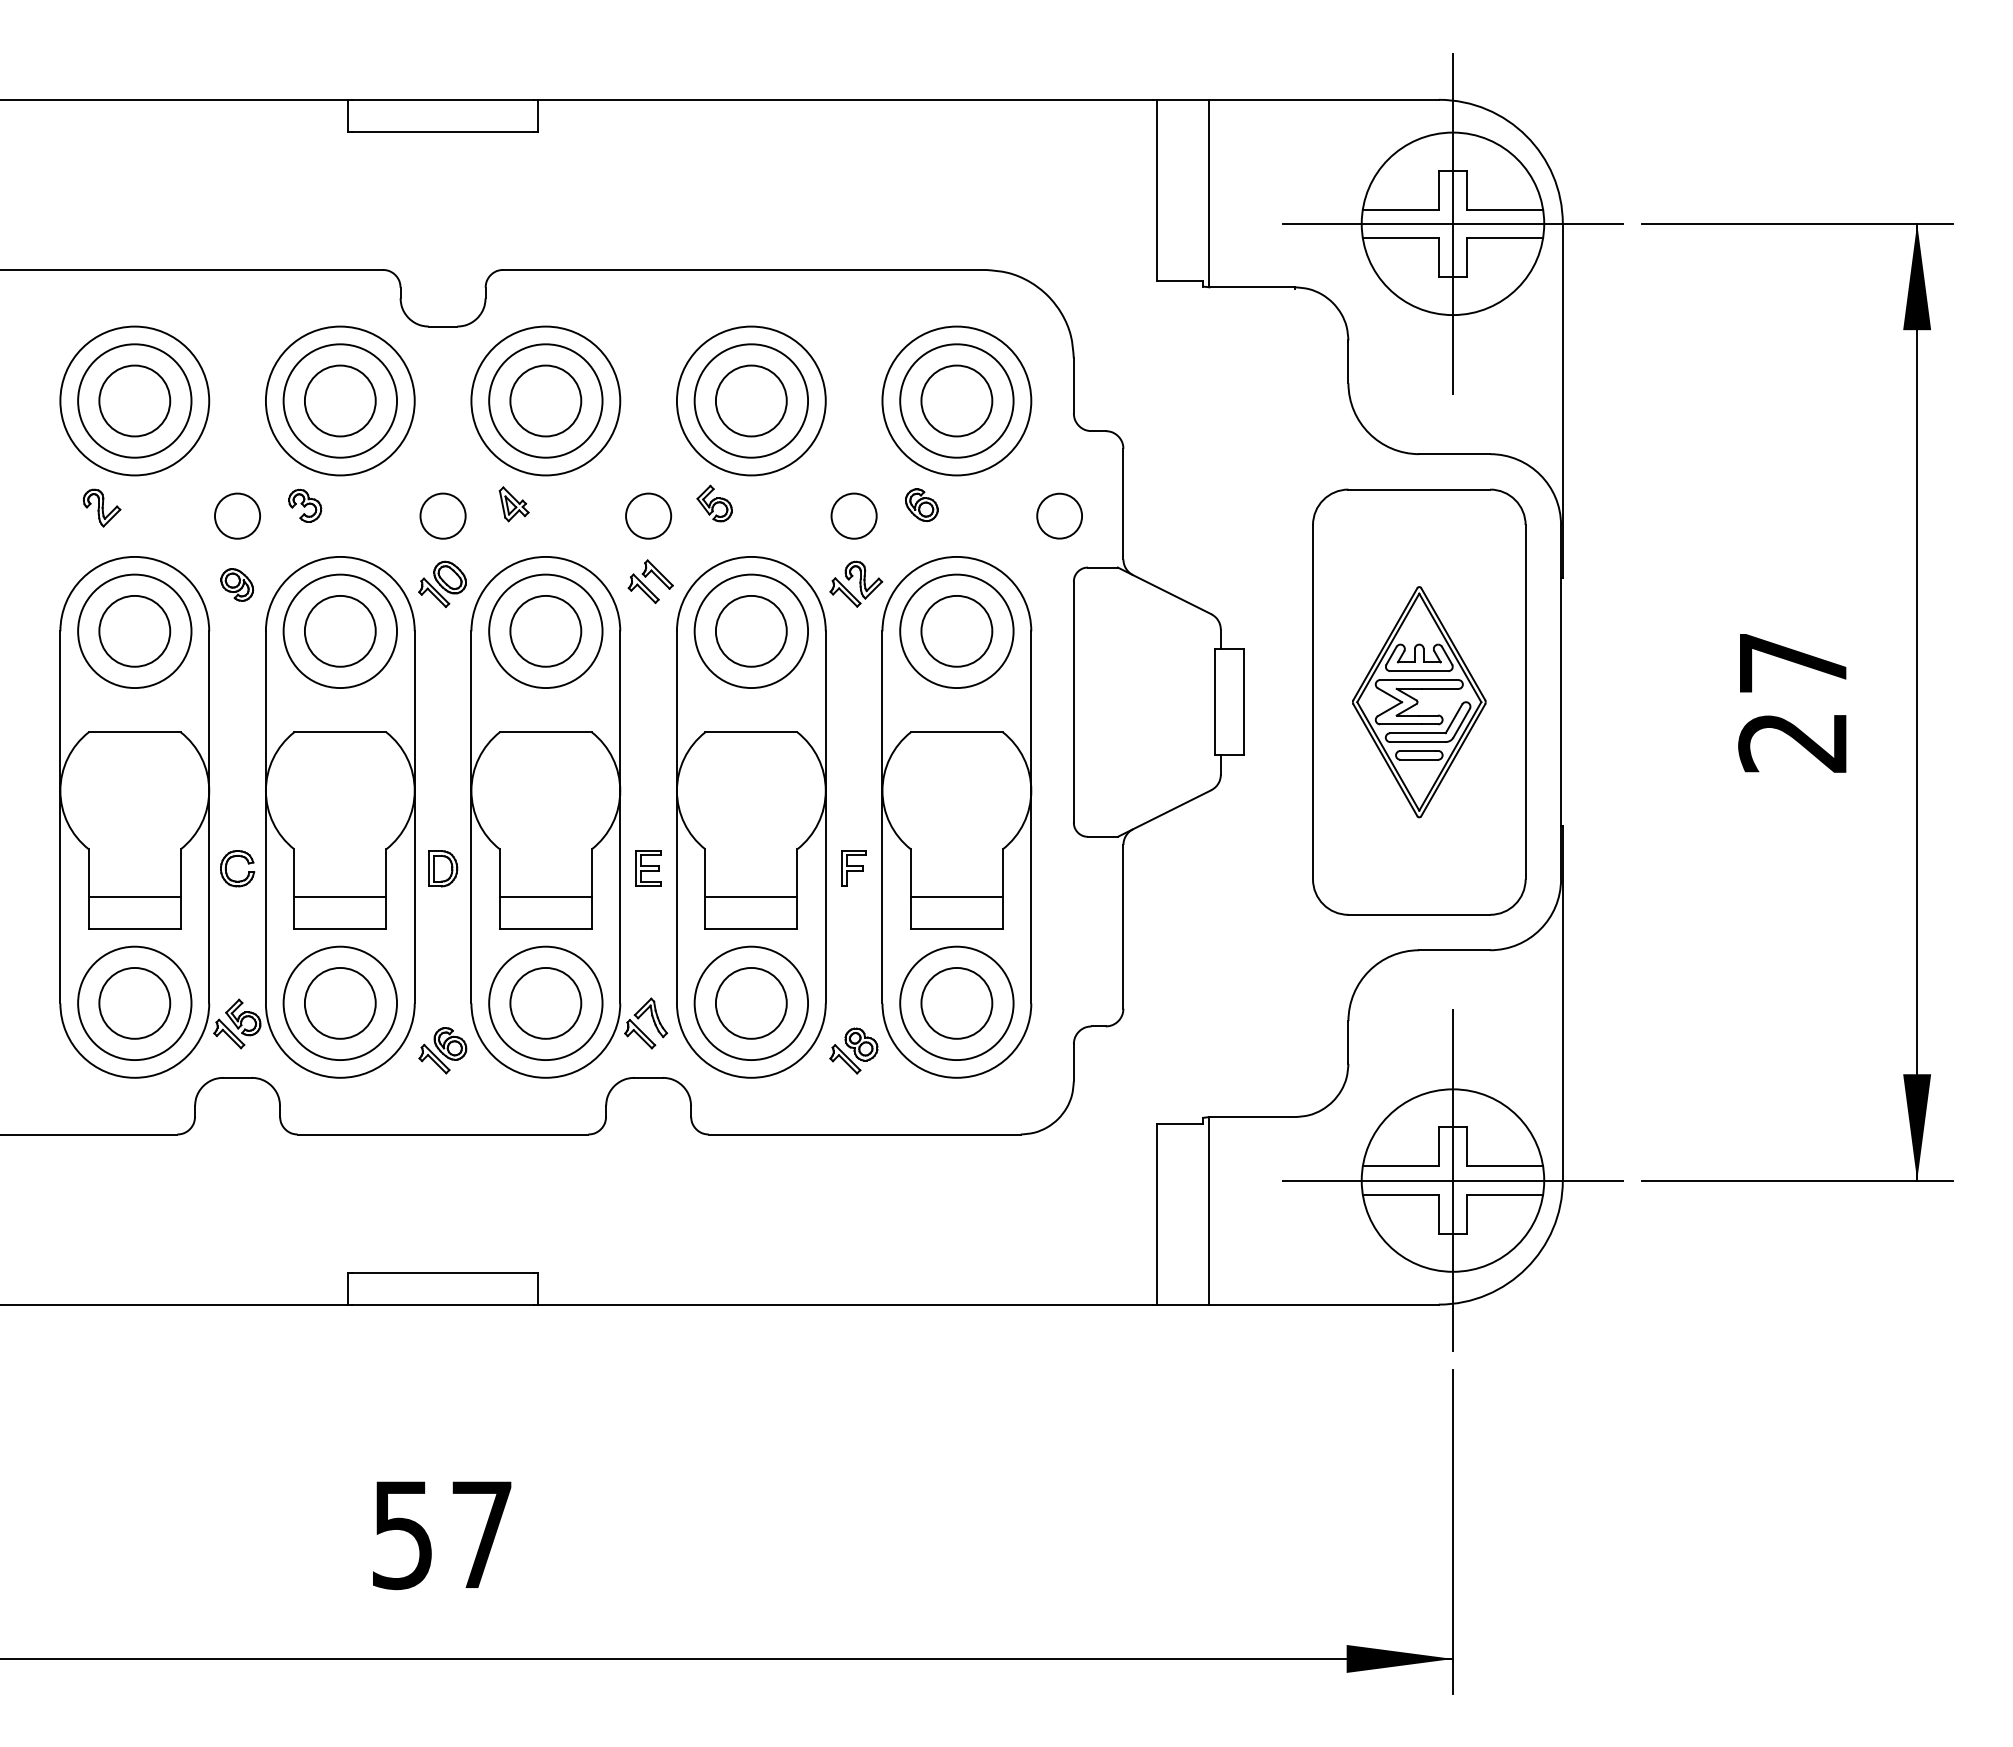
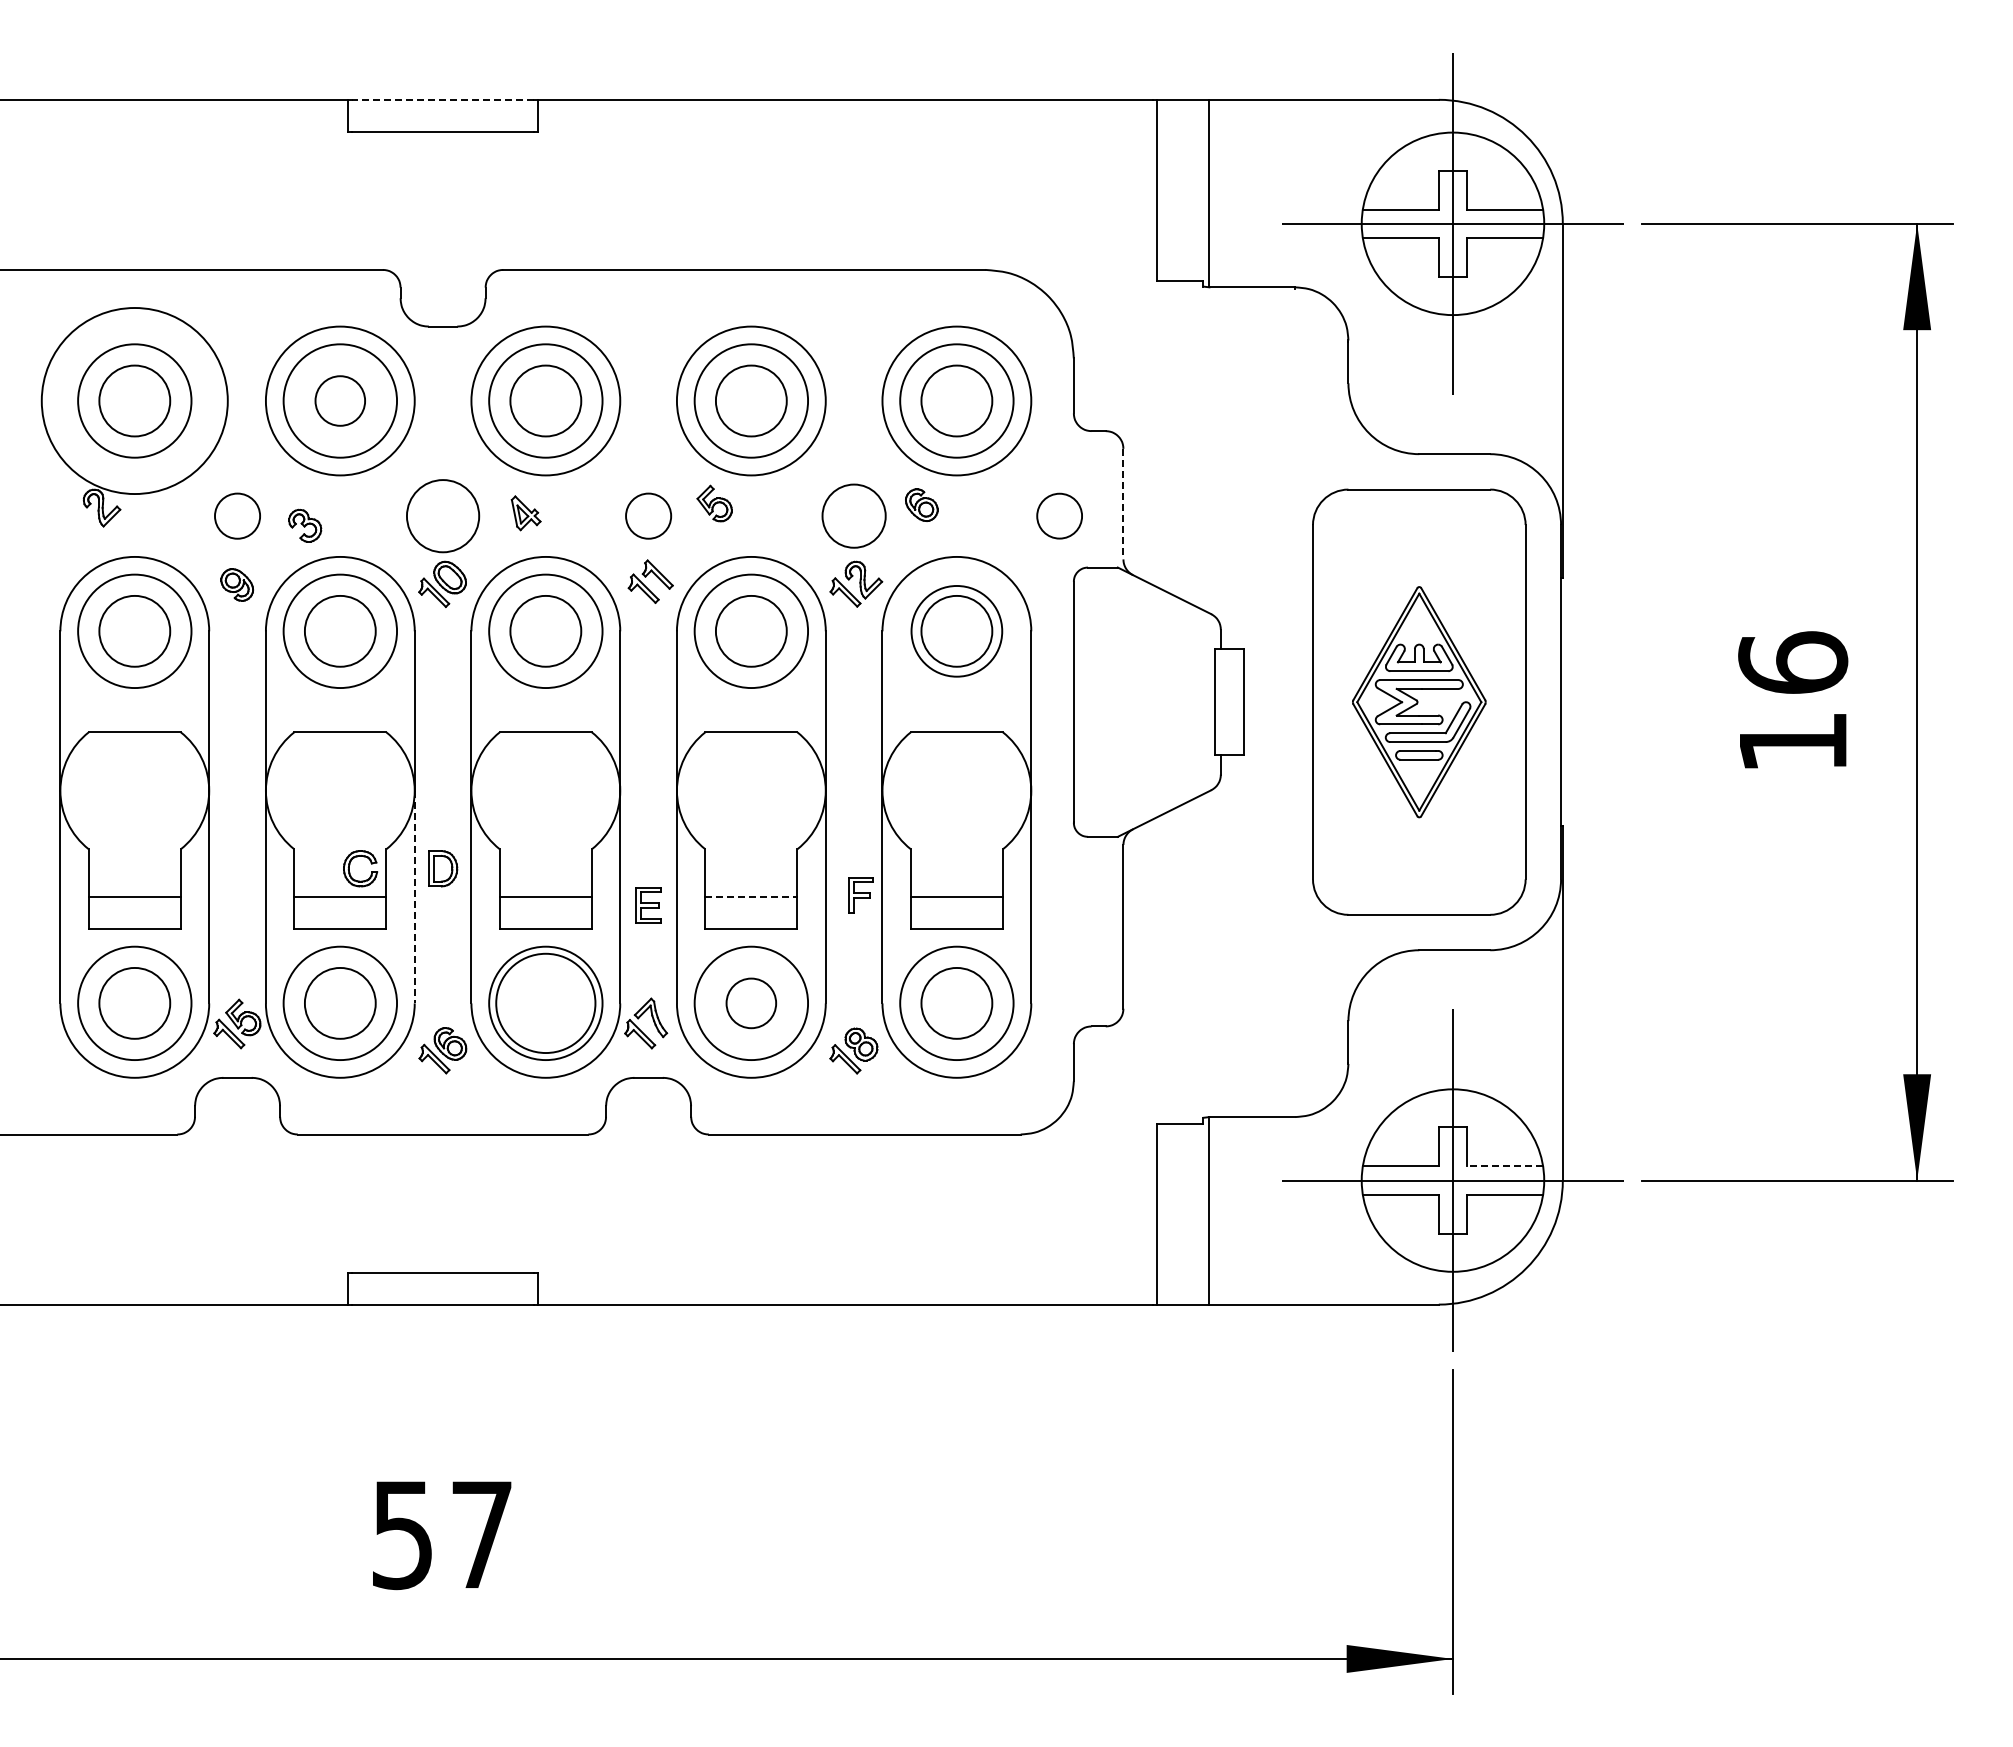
line at (443, 99): solid -> dashed
circle at (134, 400) diameter: 149 px -> 186 px
circle at (339, 400) diameter: 71 px -> 50 px
part at (513, 504) position: (513, 504) -> (525, 513)
line at (1123, 504): solid -> dashed
part at (305, 505) position: (305, 505) -> (305, 525)
circle at (442, 515) diameter: 45 px -> 72 px
circle at (853, 515) diameter: 45 px -> 63 px
circle at (956, 631) diameter: 113 px -> 91 px
text at (1793, 701): 27 -> 16
part at (227, 864) position: (227, 864) -> (350, 864)
part at (648, 868) position: (648, 868) -> (648, 905)
part at (853, 868) position: (853, 868) -> (860, 895)
line at (414, 897): solid -> dashed
line at (751, 897): solid -> dashed
circle at (545, 1002) diameter: 71 px -> 99 px
circle at (750, 1002) diameter: 71 px -> 50 px
line at (1505, 1166): solid -> dashed
